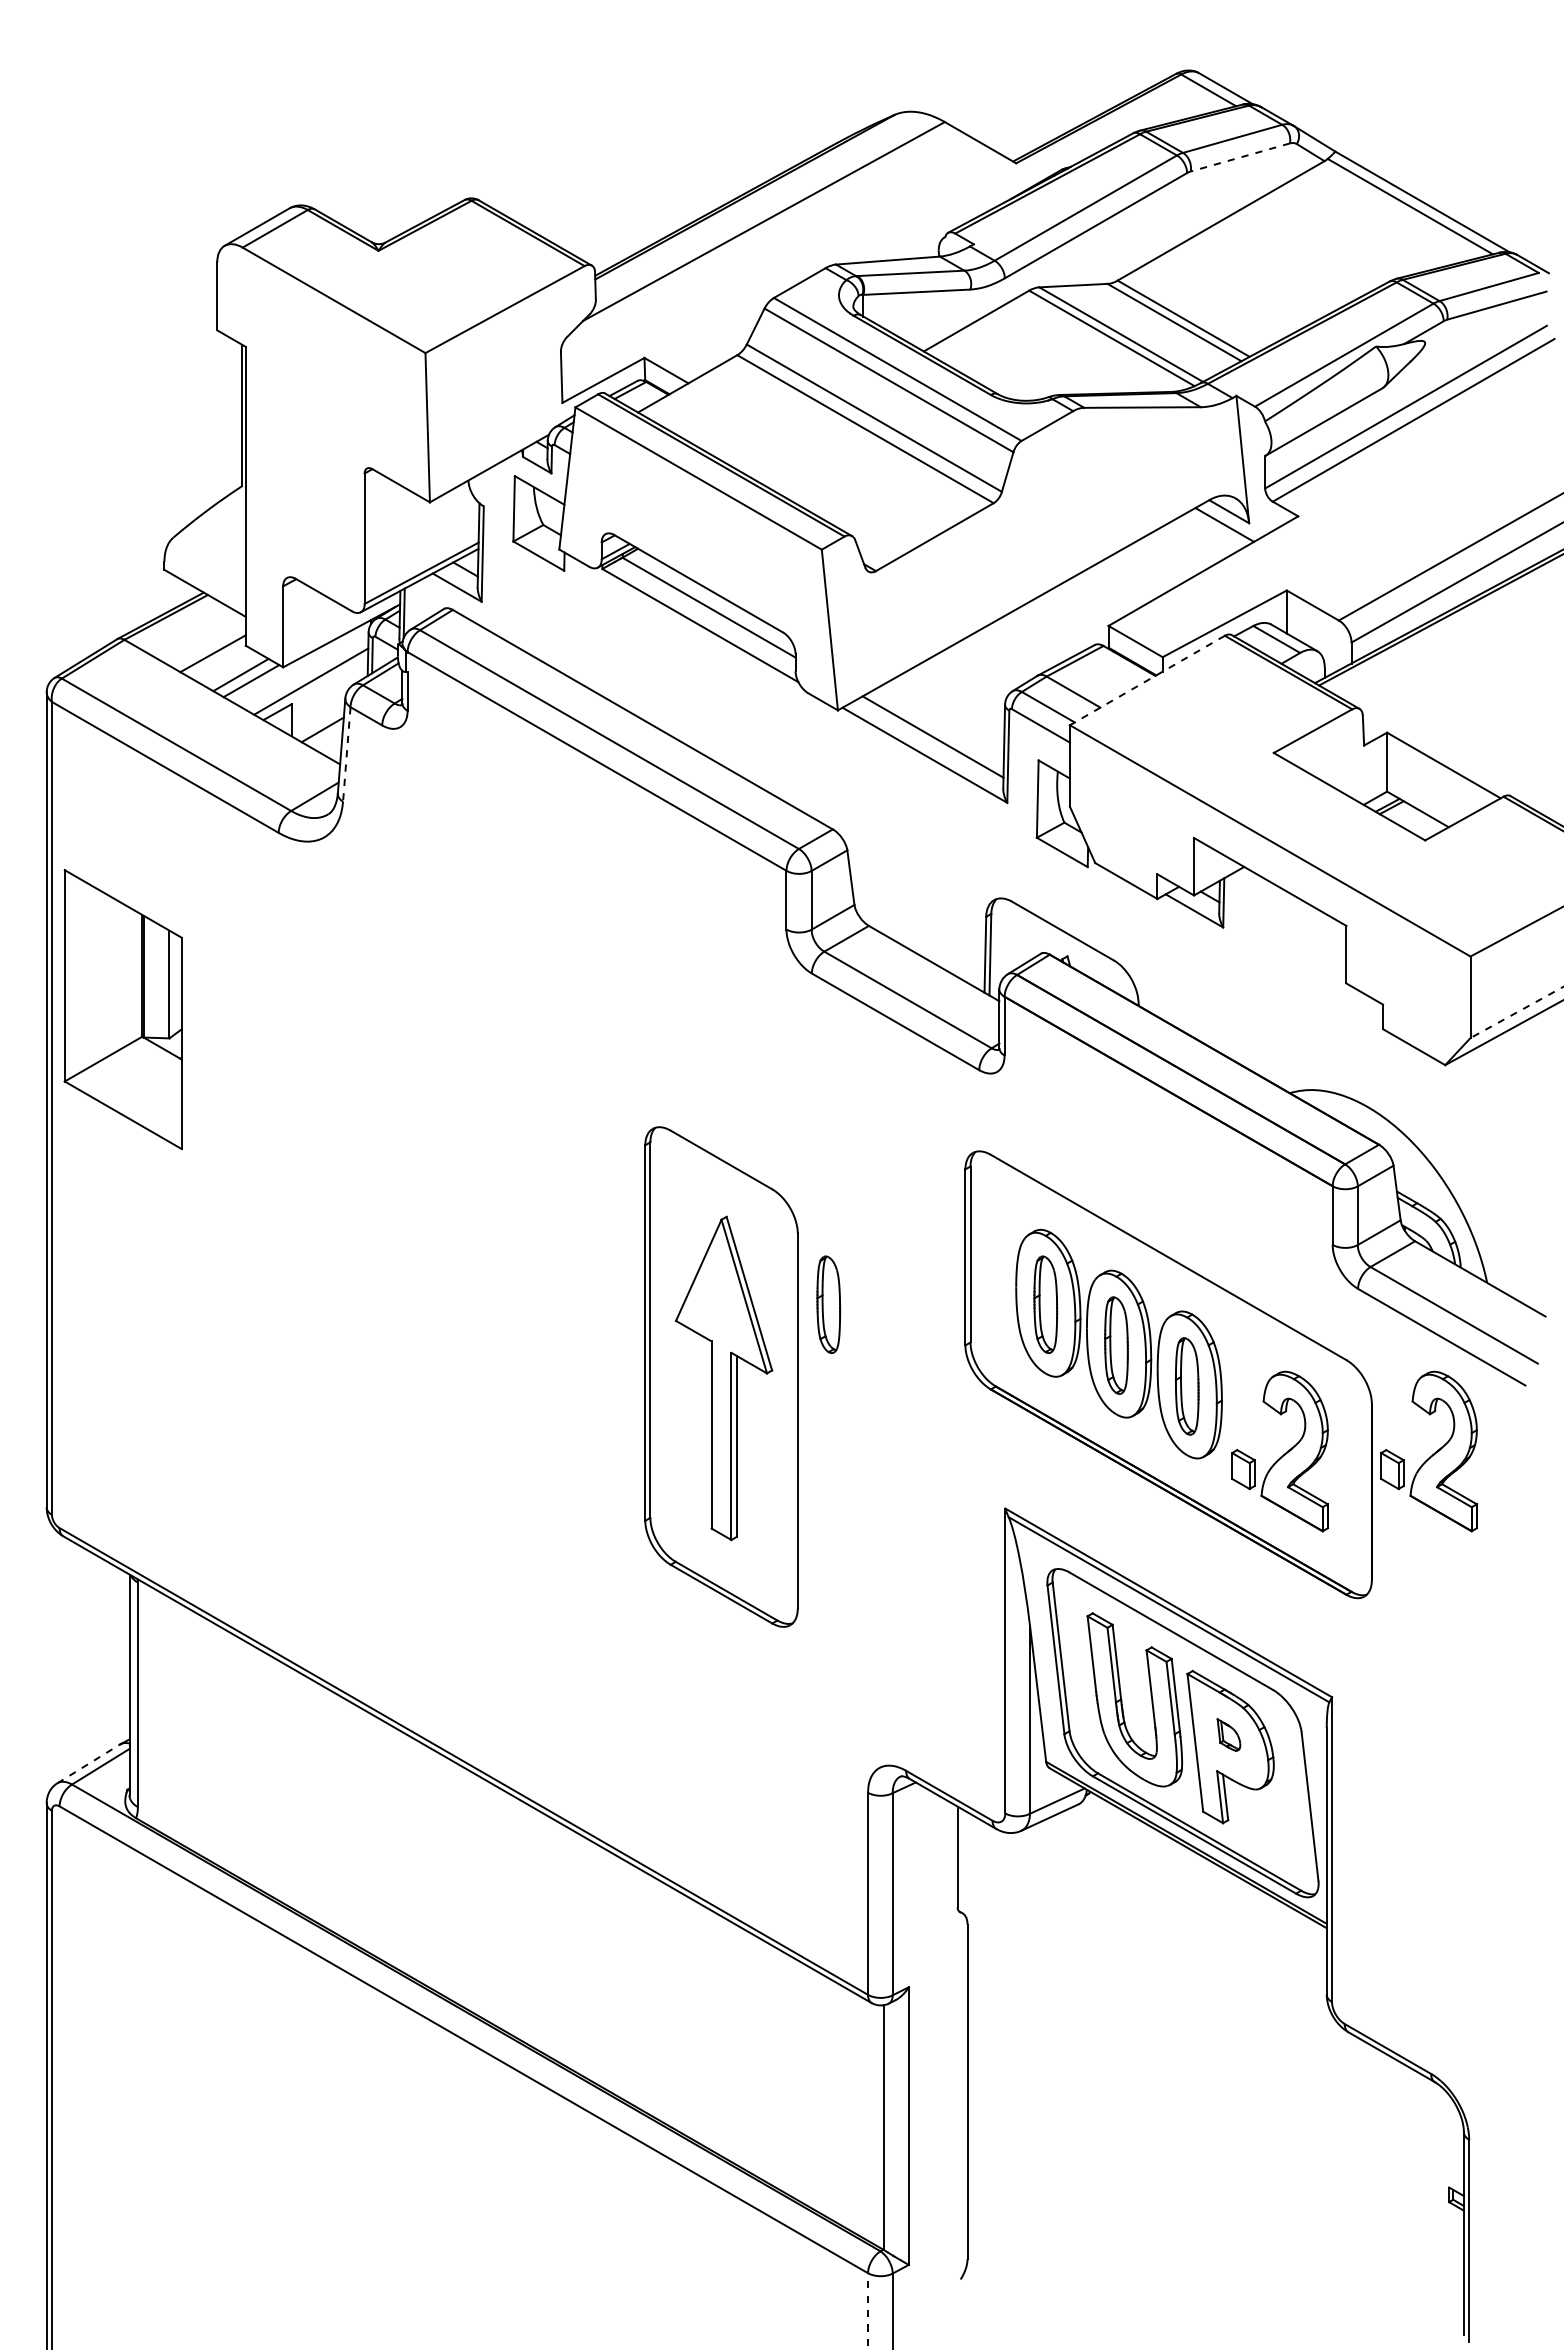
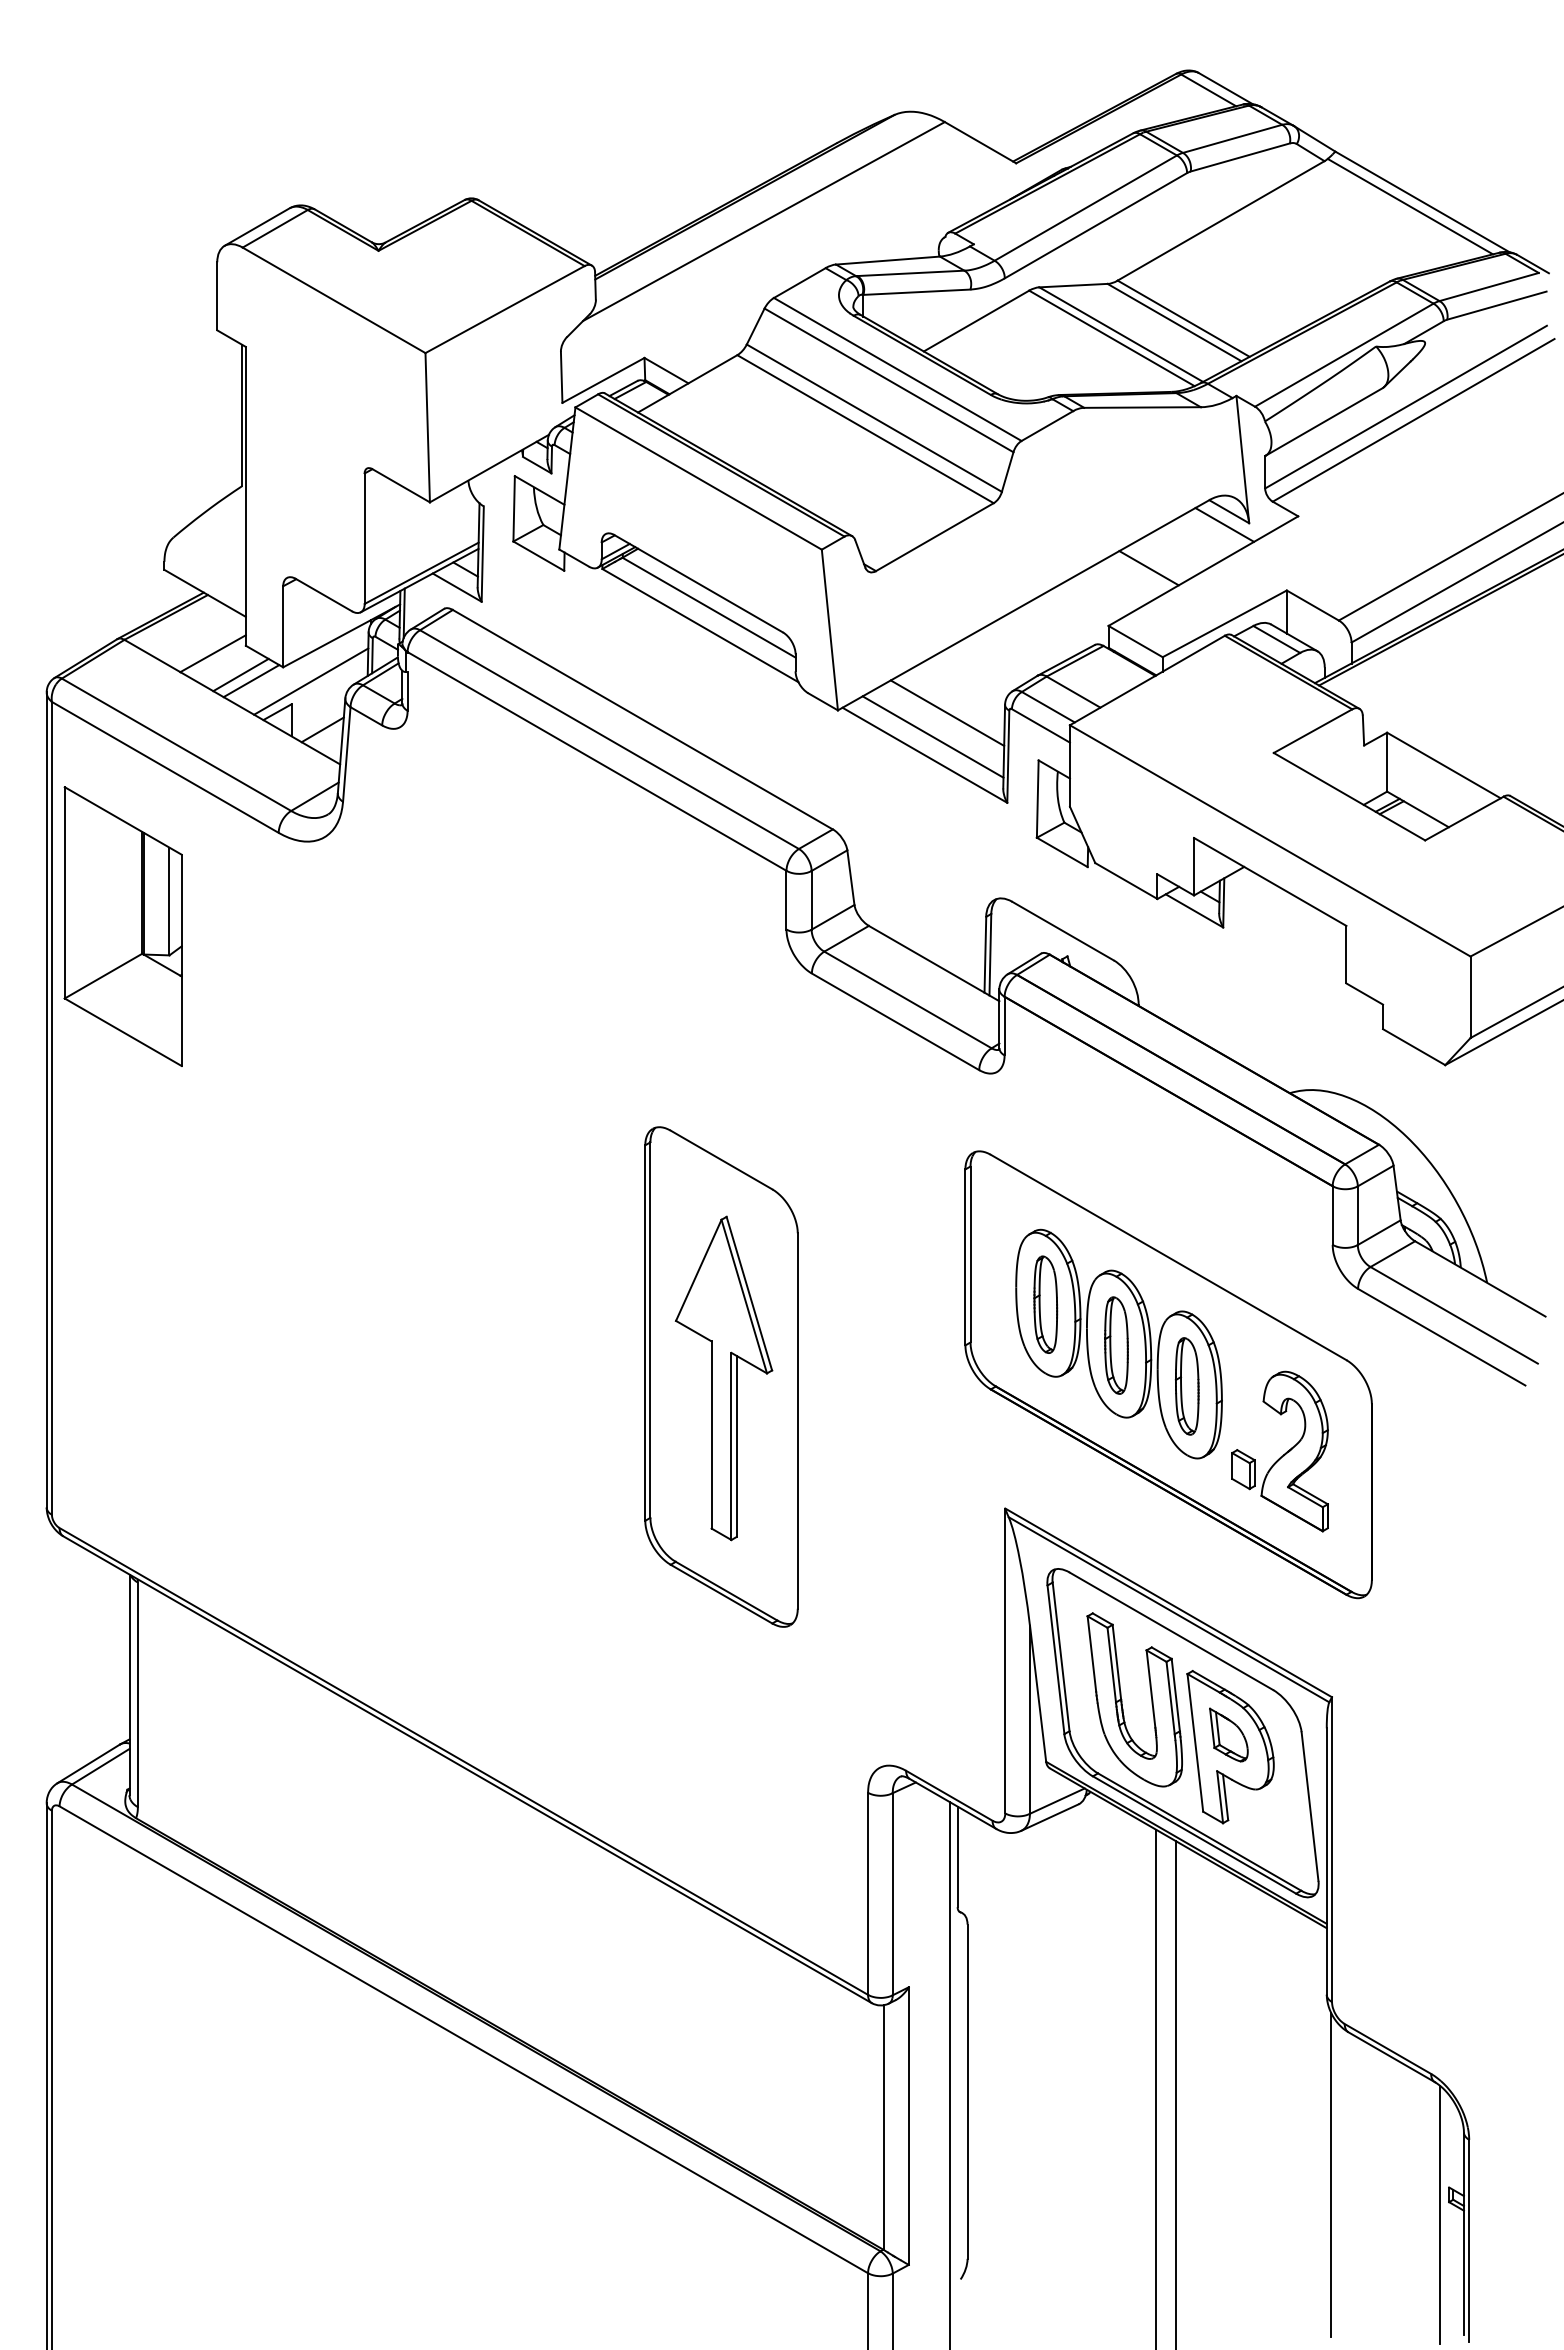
line at (1240, 157): dashed -> solid
line at (1148, 568): none -> present
line at (1146, 680): dashed -> solid
line at (947, 712): none -> present
line at (346, 755): dashed -> solid
part at (122, 1009) position: (122, 1009) -> (122, 926)
line at (1516, 1012): dashed -> solid
part at (828, 1304): present -> none
part at (1428, 1451): present -> none
part at (1228, 1734) size: 26x34 px -> 40x56 px
line at (88, 1763): dashed -> solid
line at (949, 2074): none -> present
line at (1155, 2087): none -> present
line at (1175, 2093): none -> present
line at (1331, 2174): none -> present
line at (1440, 2215): none -> present
line at (868, 2311): dashed -> solid
